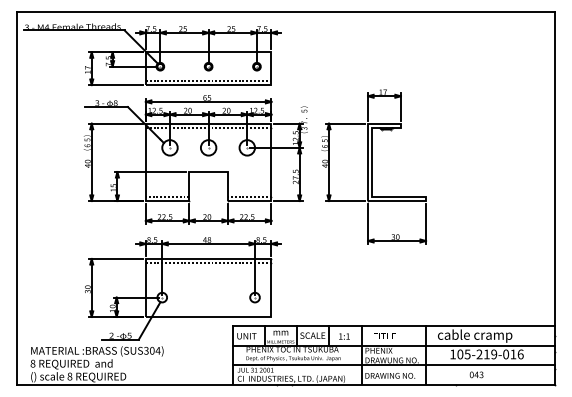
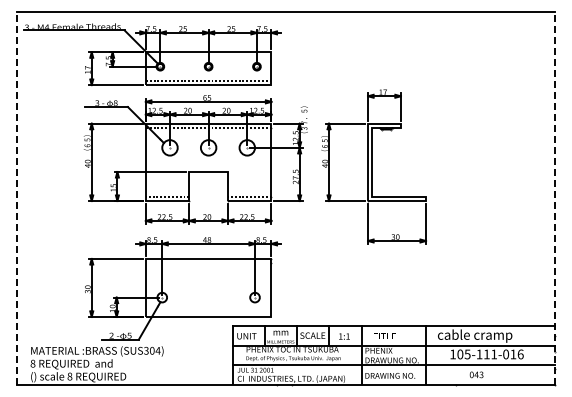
line at (17, 198): solid -> dashed
line at (554, 198): solid -> dashed
line at (208, 262): present -> none
text at (486, 354): 105-219-016 -> 105-111-016
